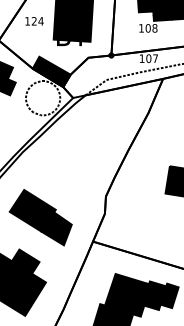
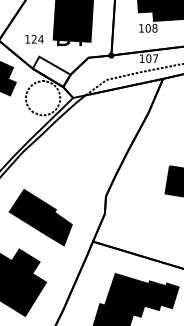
text at (34, 21) position: (34, 21) -> (34, 39)
fill at (51, 71): present -> none
